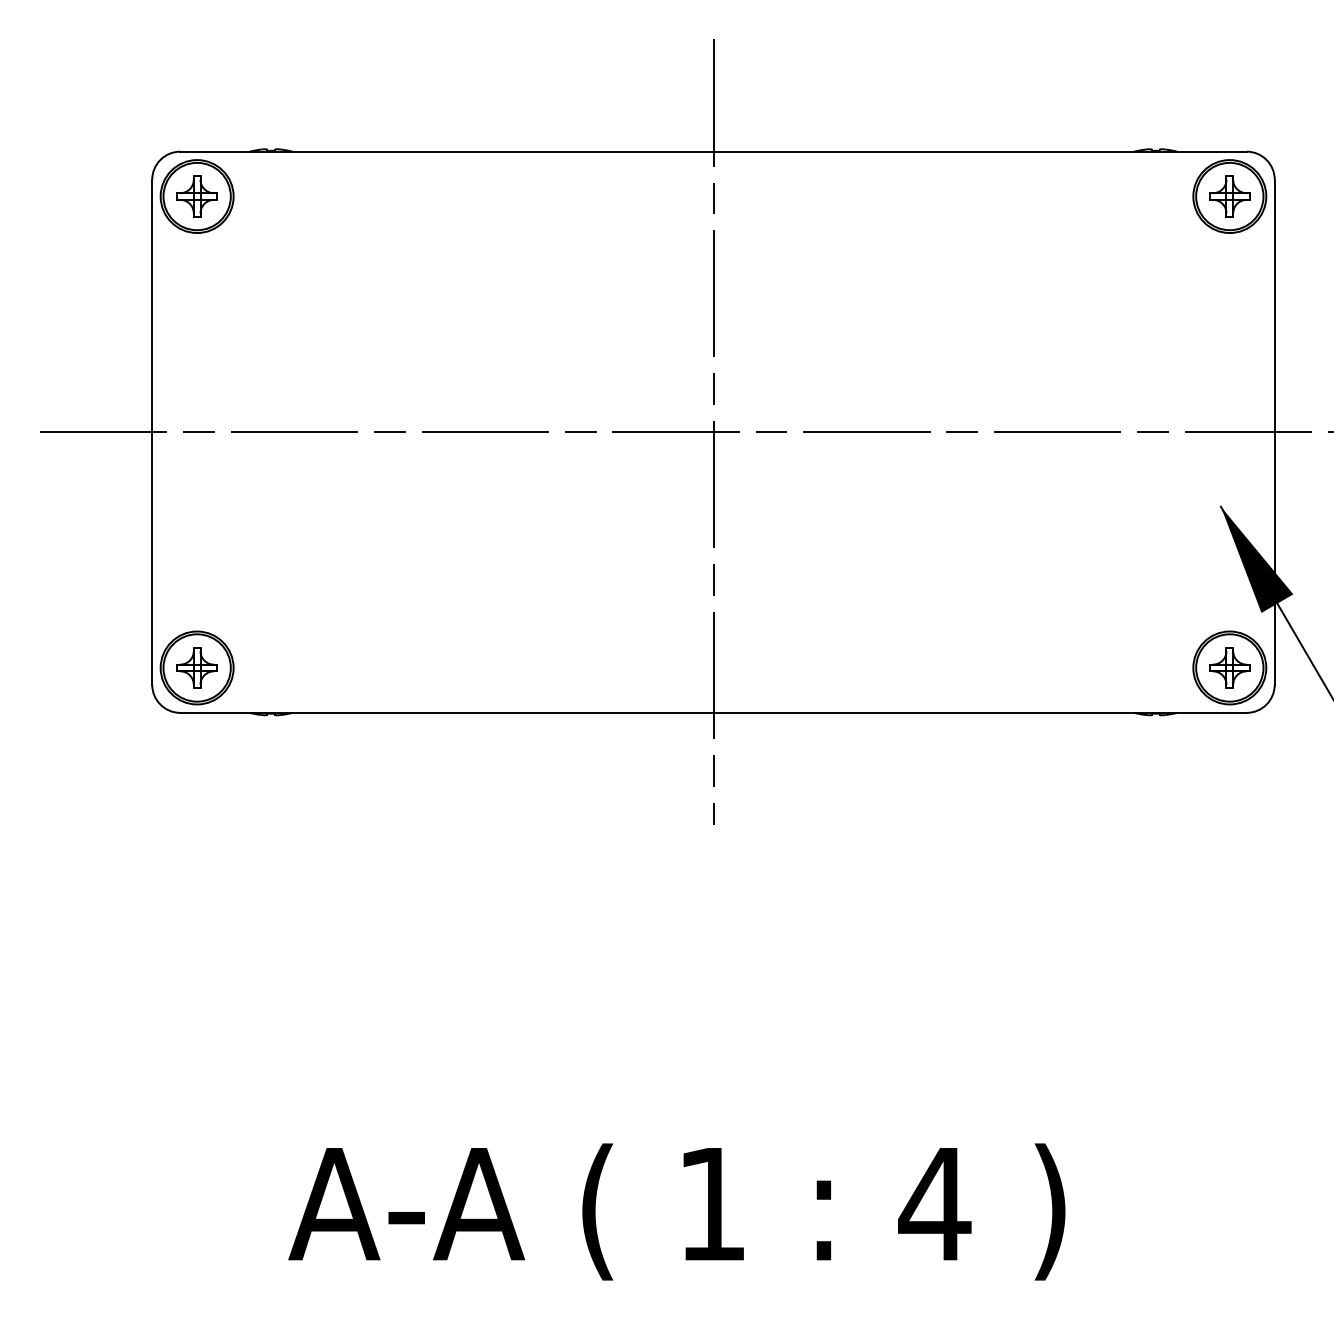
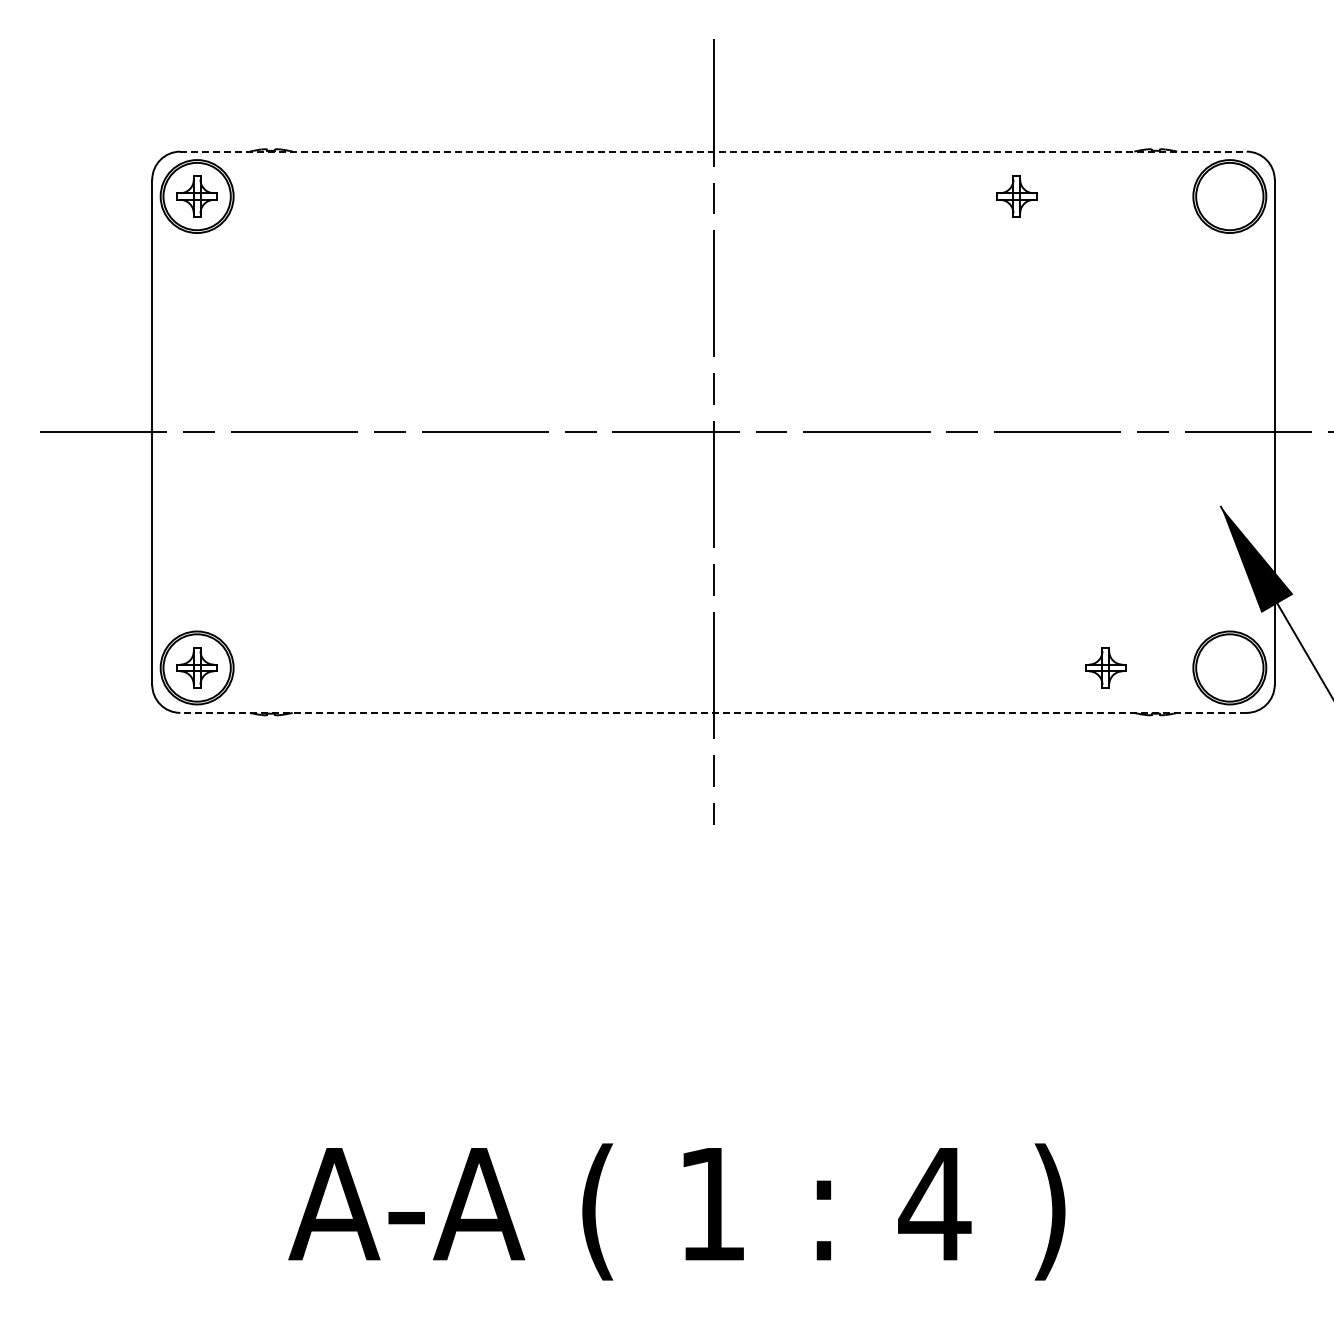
line at (714, 151): solid -> dashed
part at (1229, 196) position: (1229, 196) -> (1016, 196)
part at (1229, 667) position: (1229, 667) -> (1105, 667)
line at (713, 712): solid -> dashed
